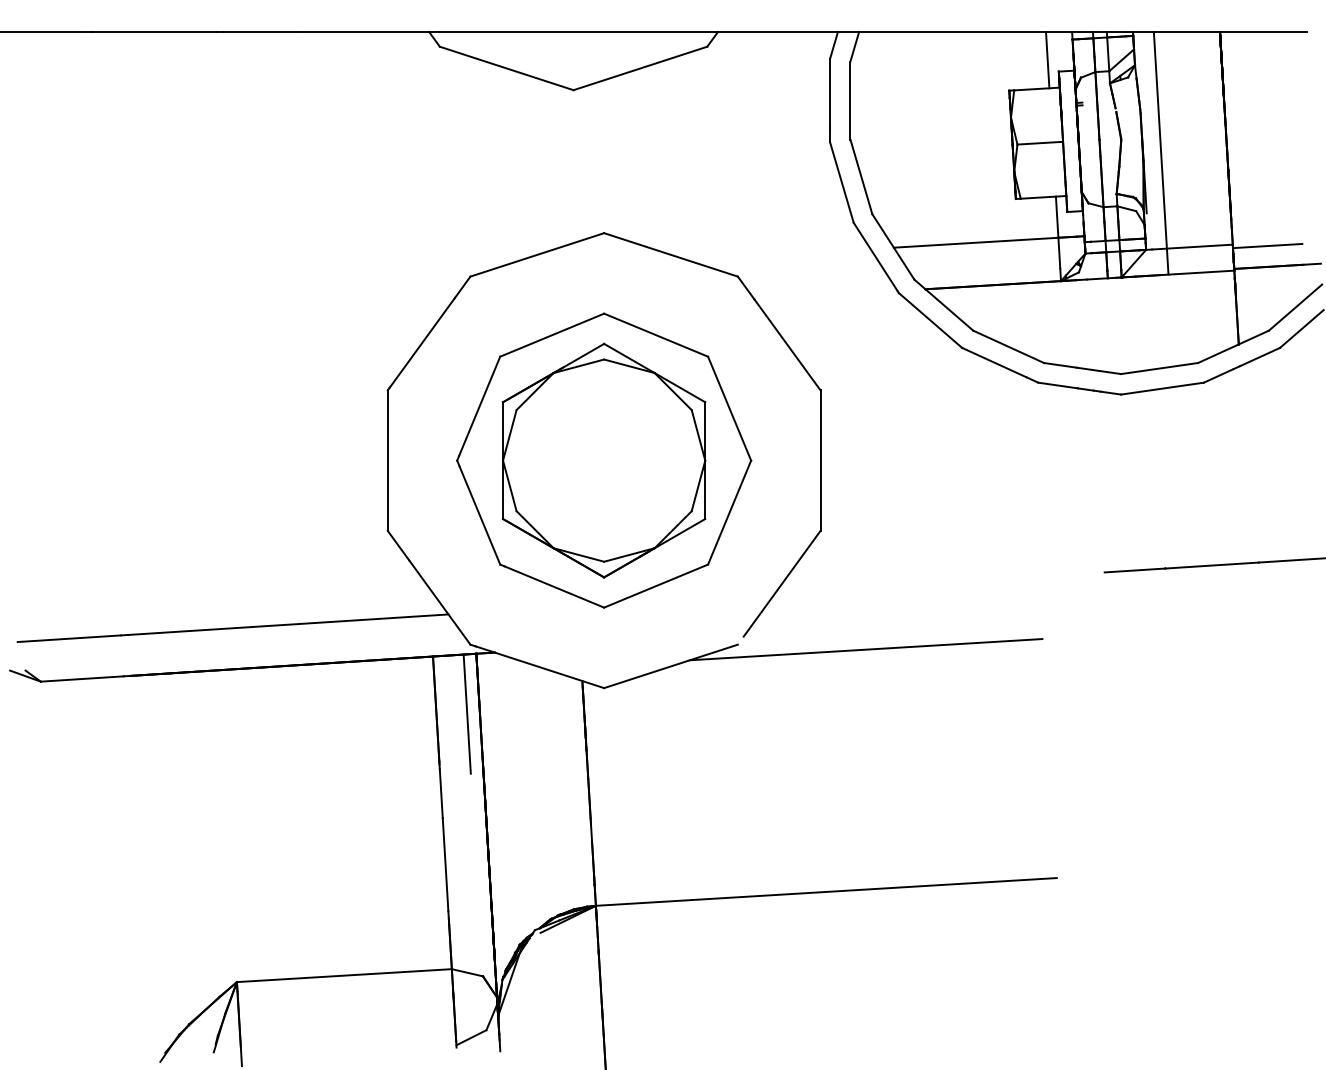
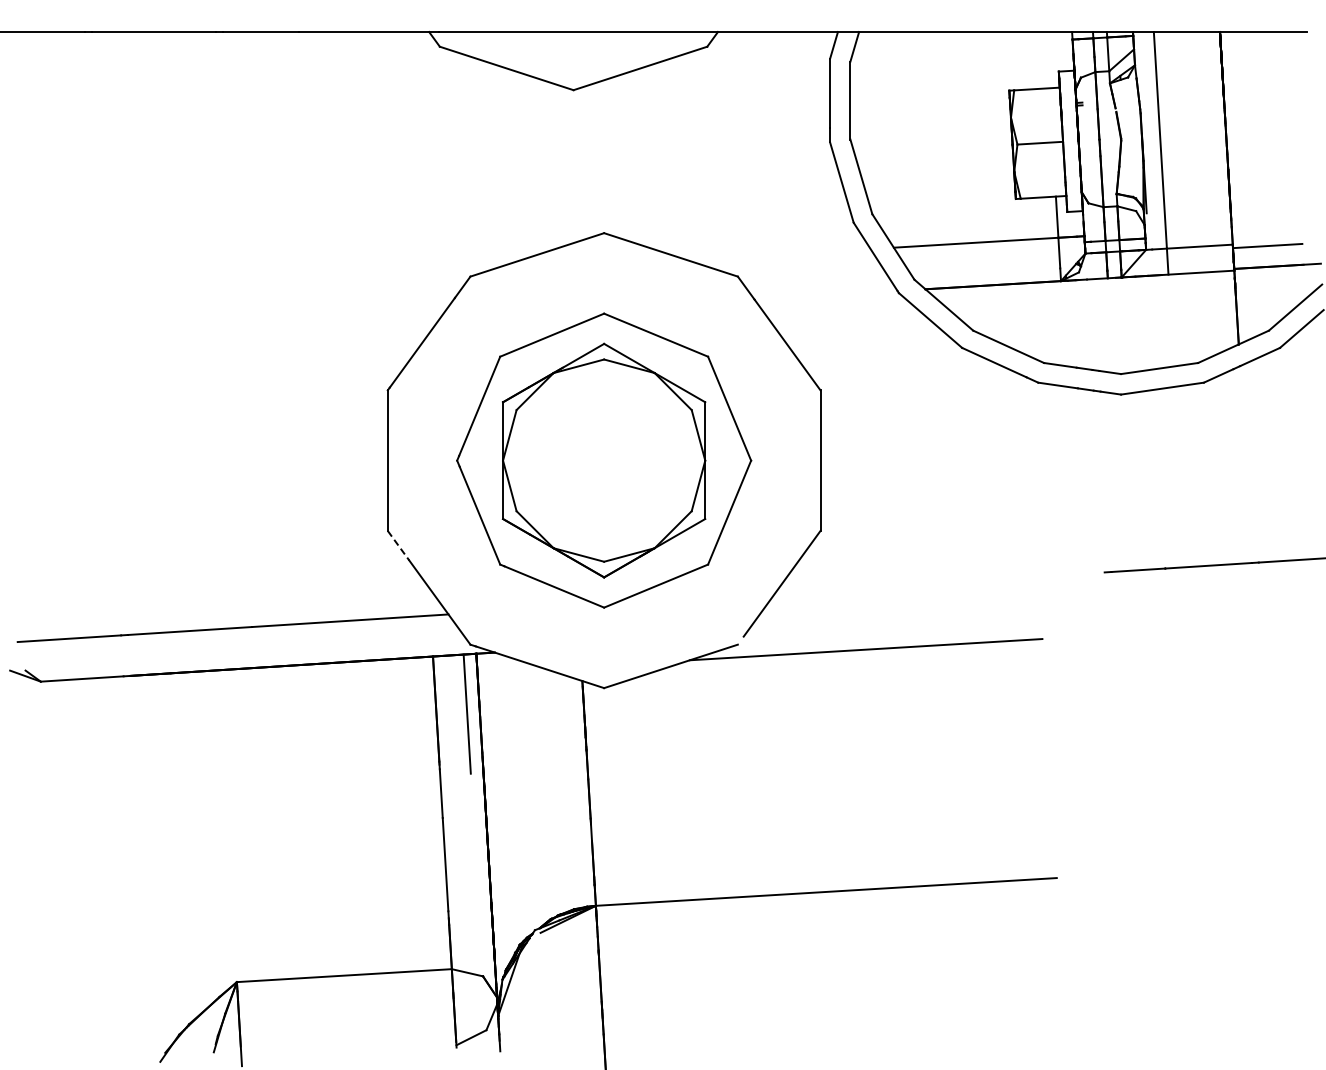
line at (1047, 60): present -> none
line at (398, 546): solid -> dashed
